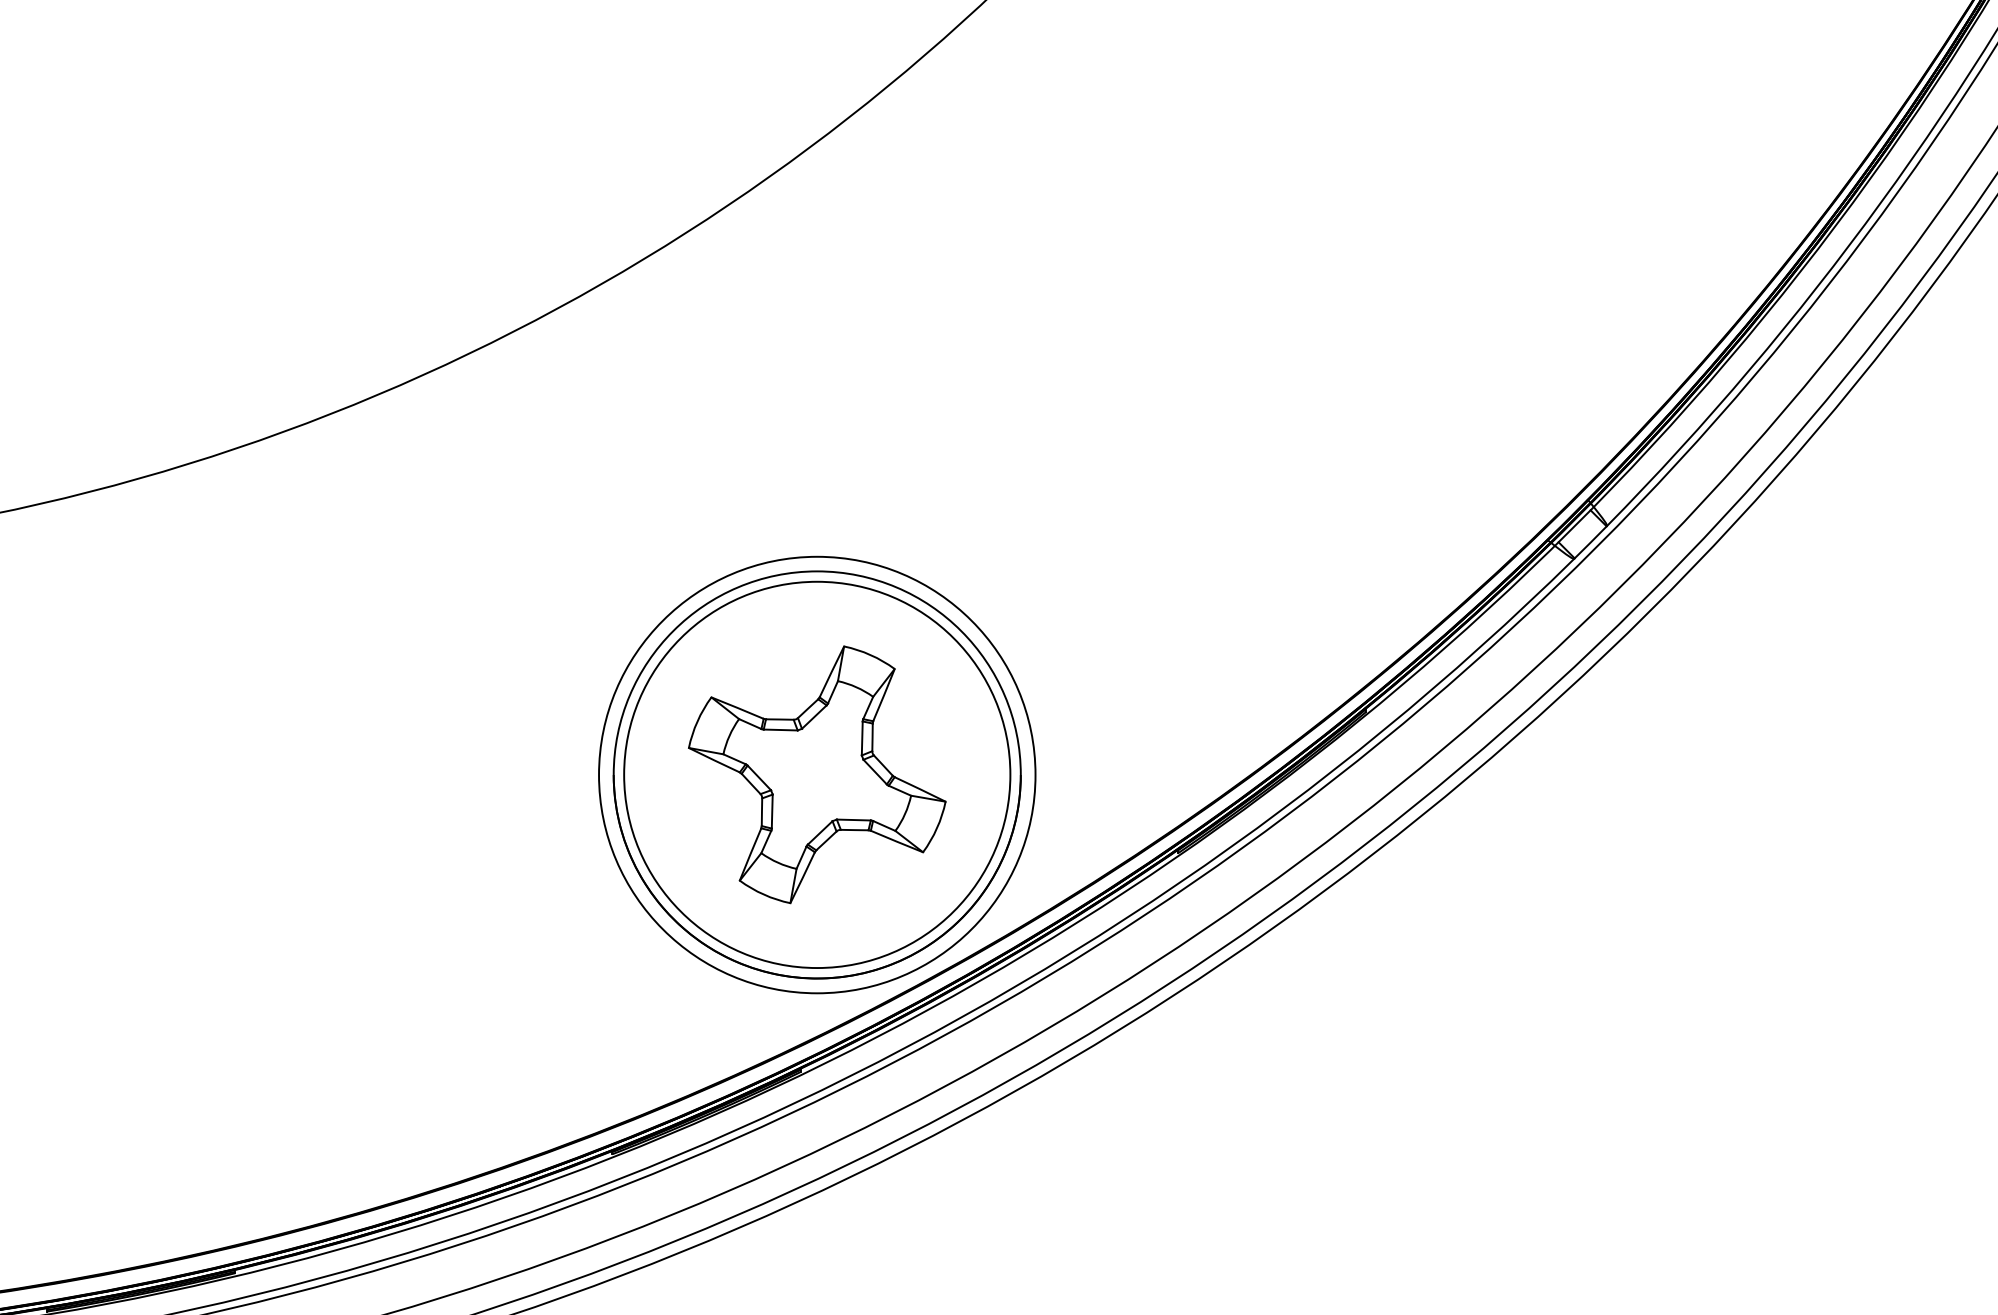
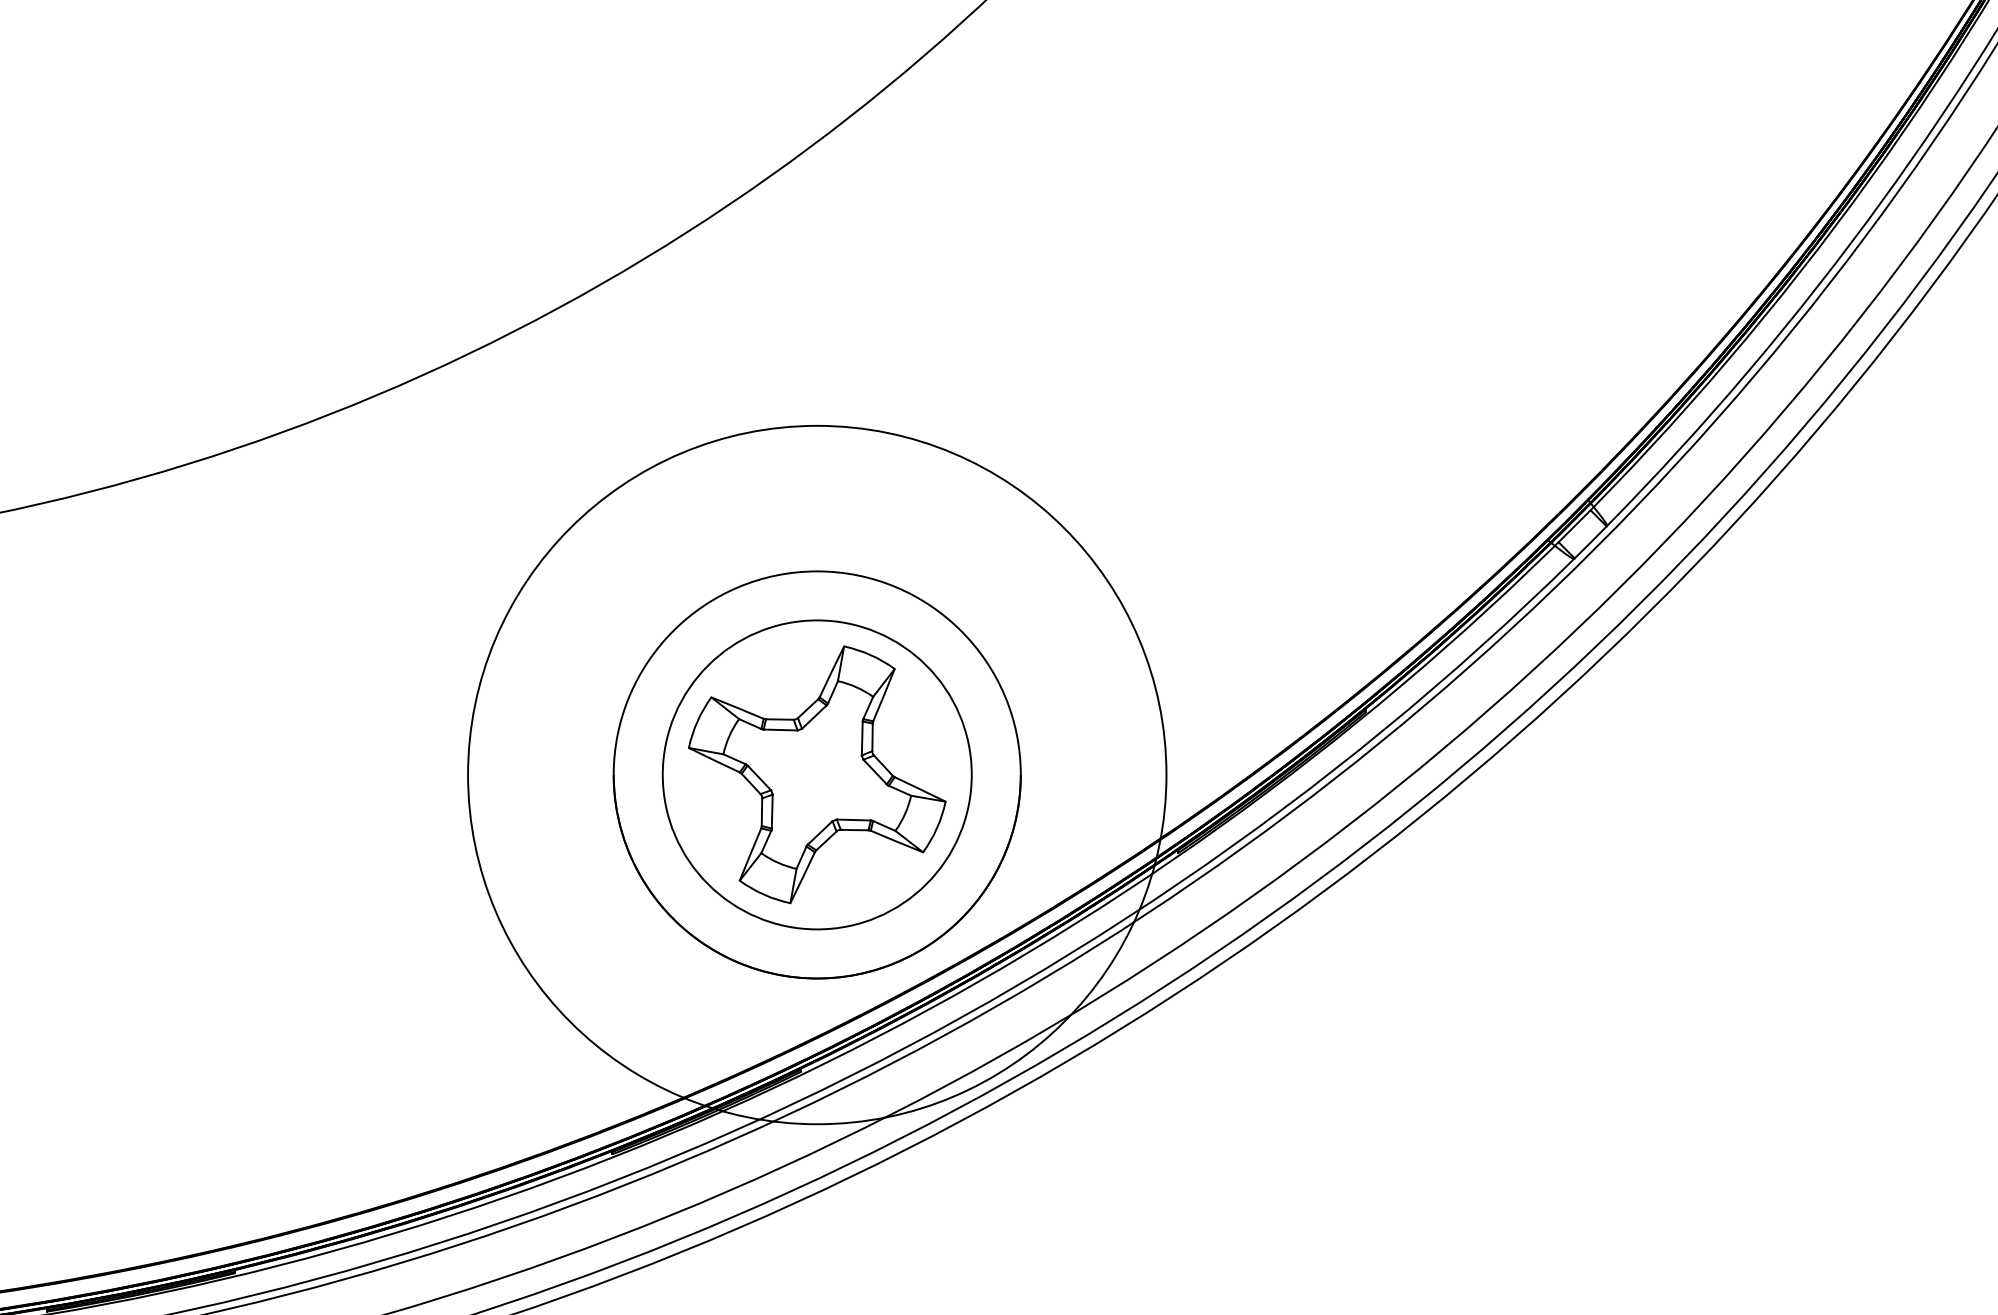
circle at (817, 774) diameter: 386 px -> 309 px
circle at (817, 774) diameter: 437 px -> 698 px
